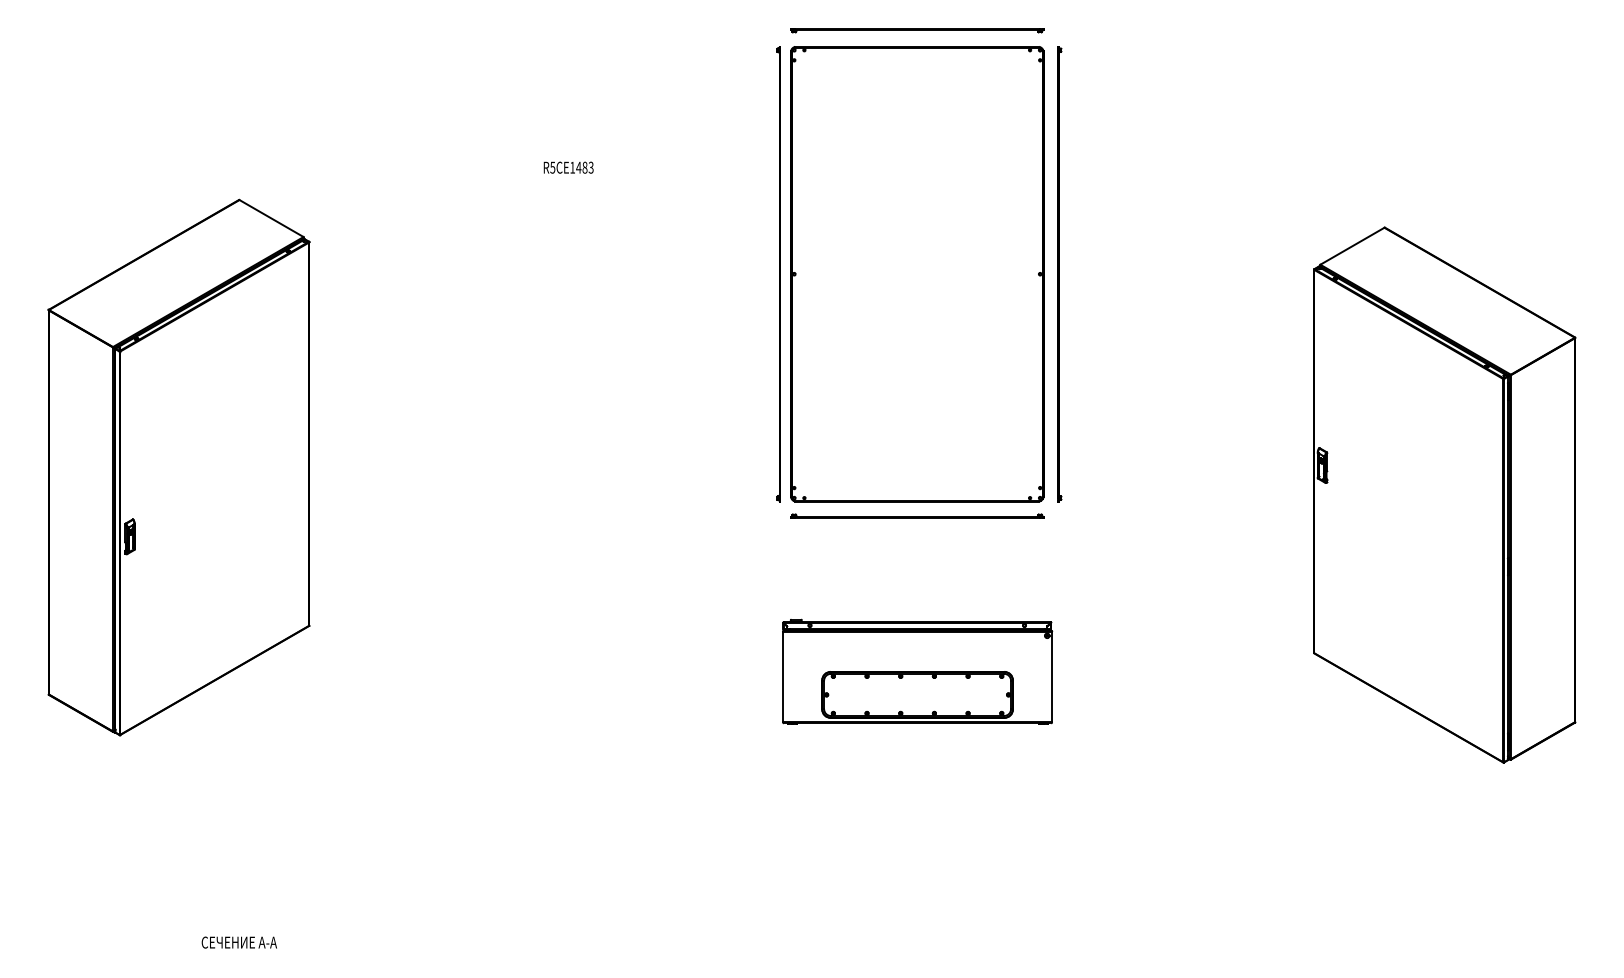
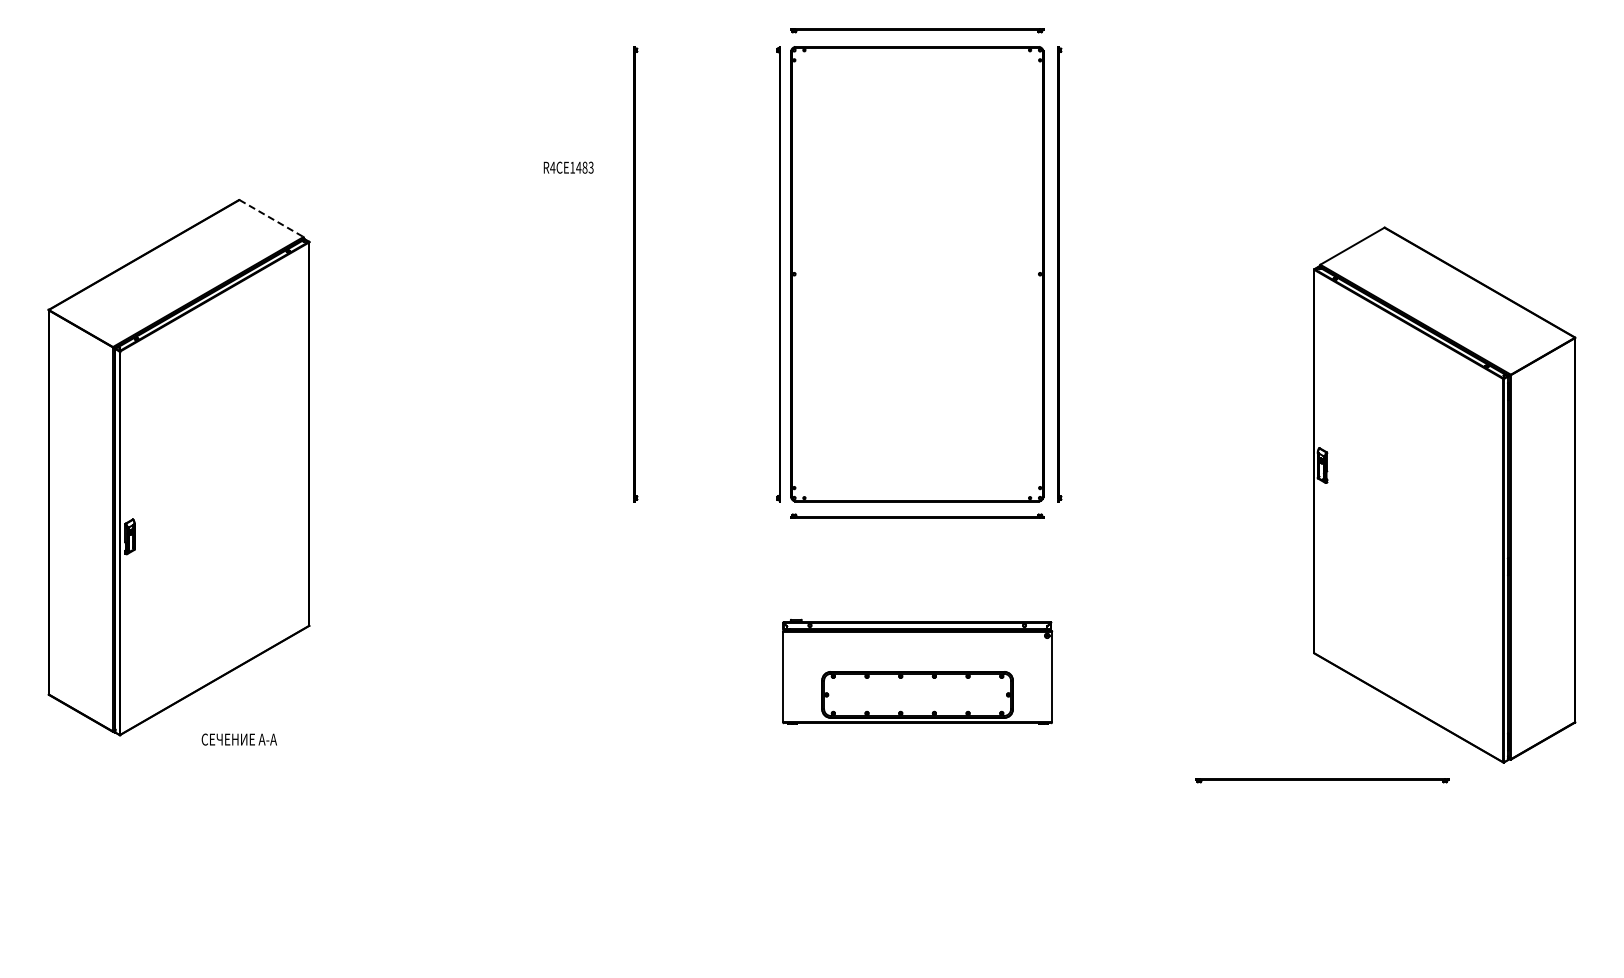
text at (552, 167): R5CE1483 -> R4CE1483
line at (271, 218): solid -> dashed
part at (635, 274): none -> present
part at (1322, 780): none -> present
text at (238, 942) position: (238, 942) -> (238, 739)
